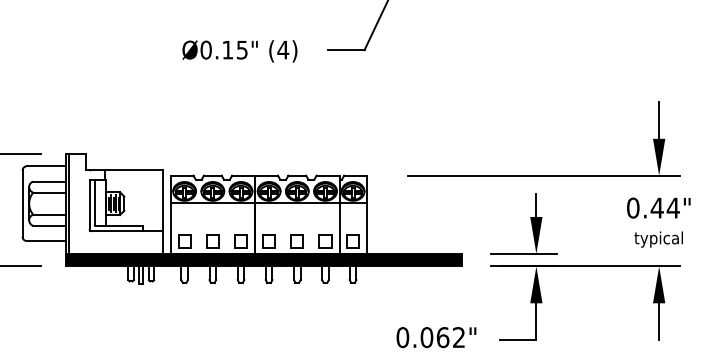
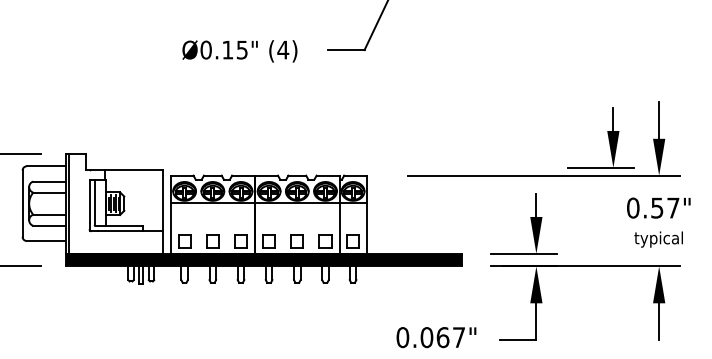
part at (607, 134): none -> present
text at (664, 207): 0.44" -> 0.57"
text at (458, 337): 0.062" -> 0.067"
